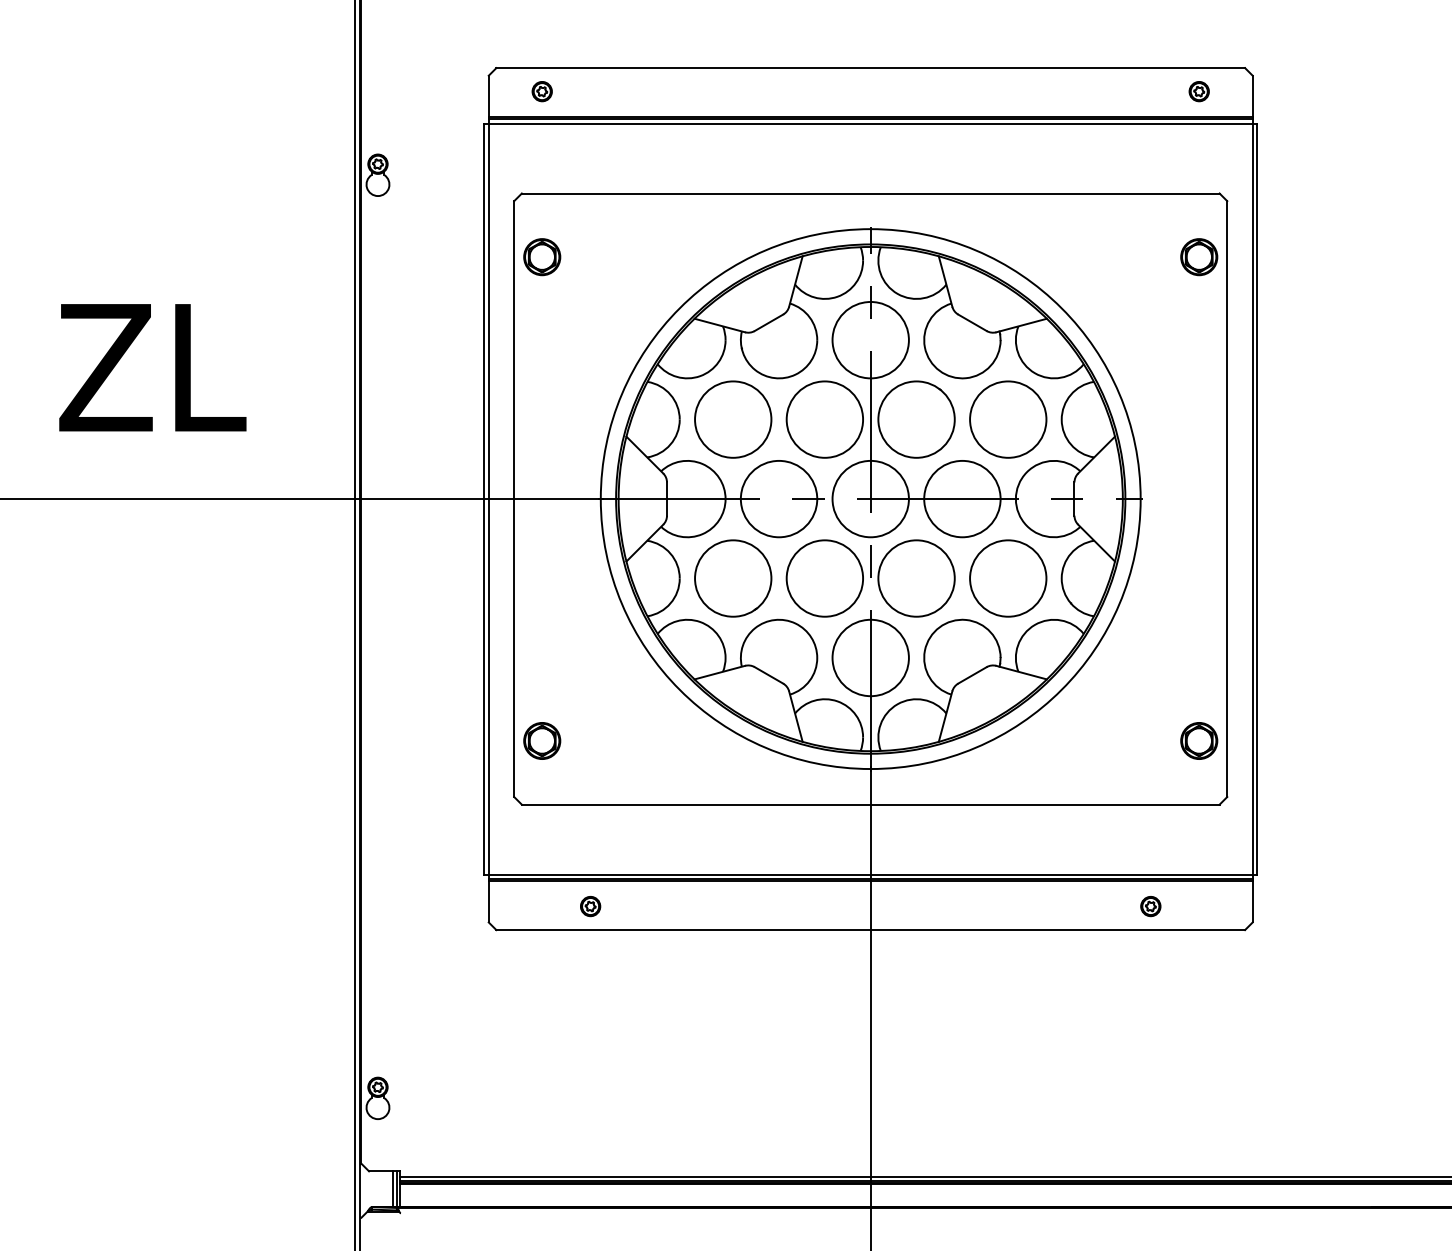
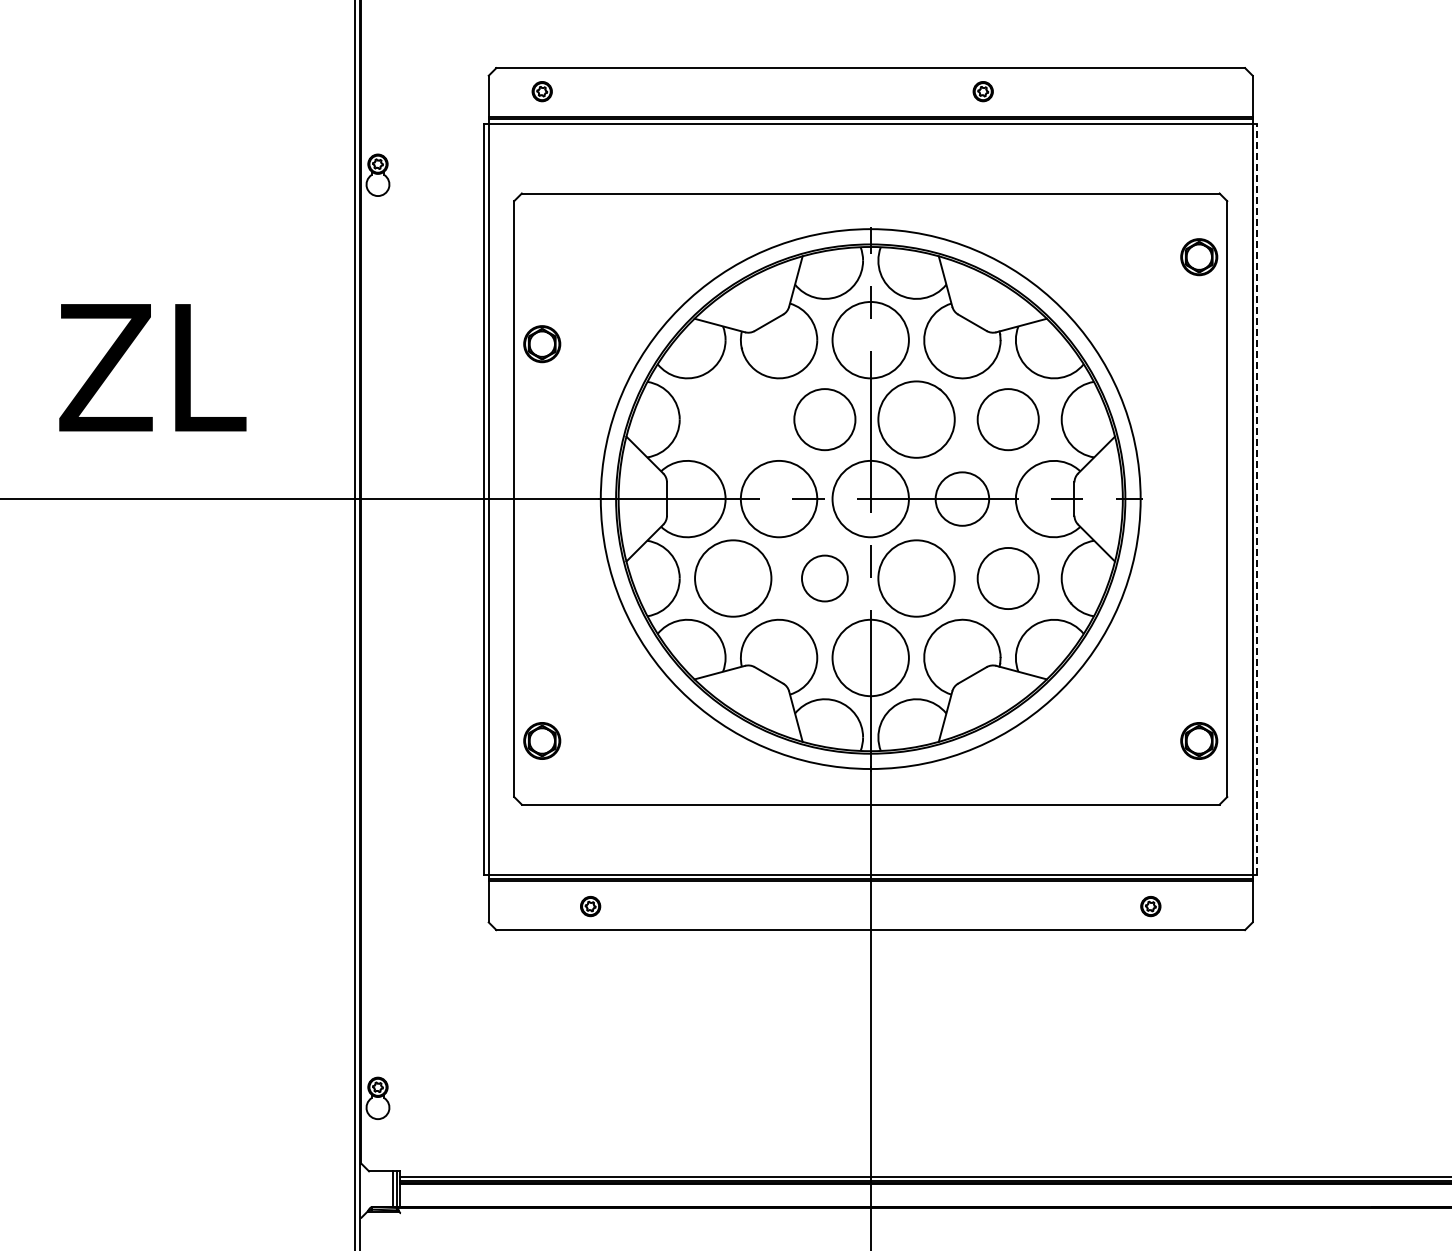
part at (1198, 91) position: (1198, 91) -> (982, 91)
part at (542, 257) position: (542, 257) -> (542, 344)
circle at (733, 419): present -> none
circle at (824, 419) diameter: 76 px -> 61 px
circle at (1008, 419) diameter: 76 px -> 61 px
circle at (962, 498) diameter: 76 px -> 53 px
line at (1257, 498): solid -> dashed
circle at (824, 578) diameter: 76 px -> 46 px
circle at (1008, 578) diameter: 76 px -> 61 px
